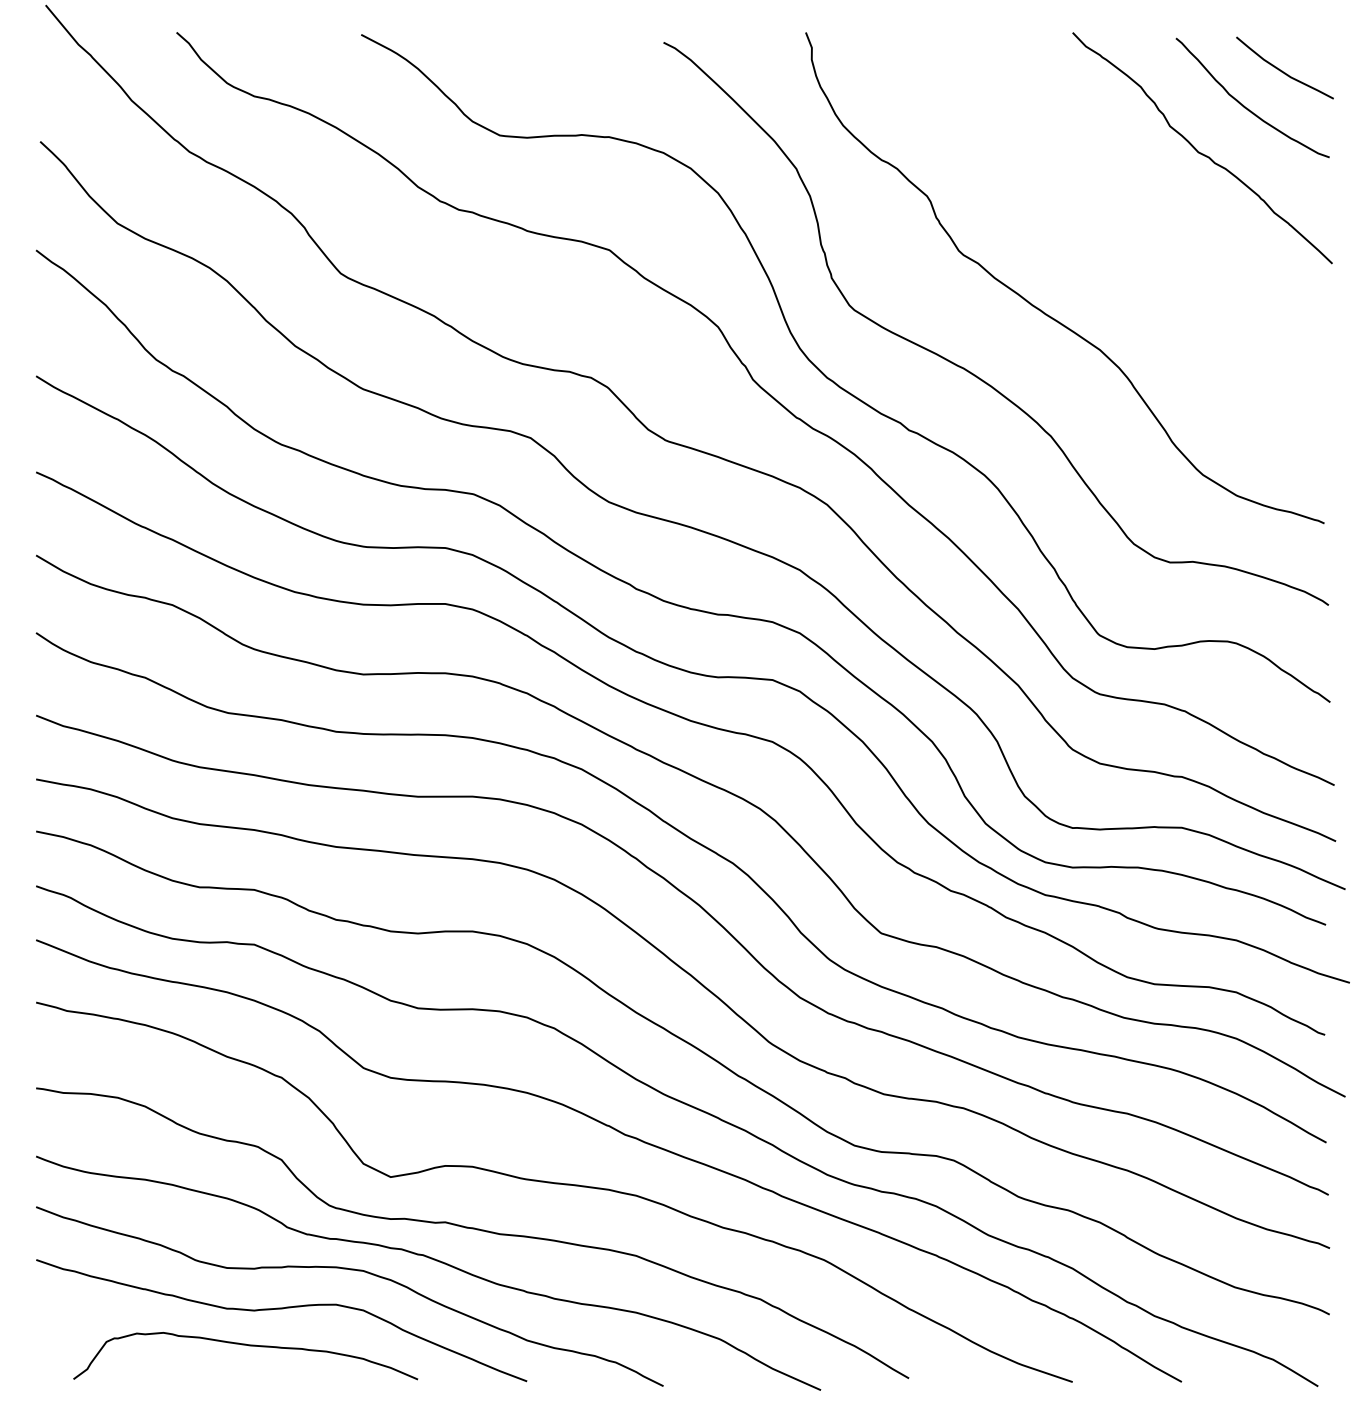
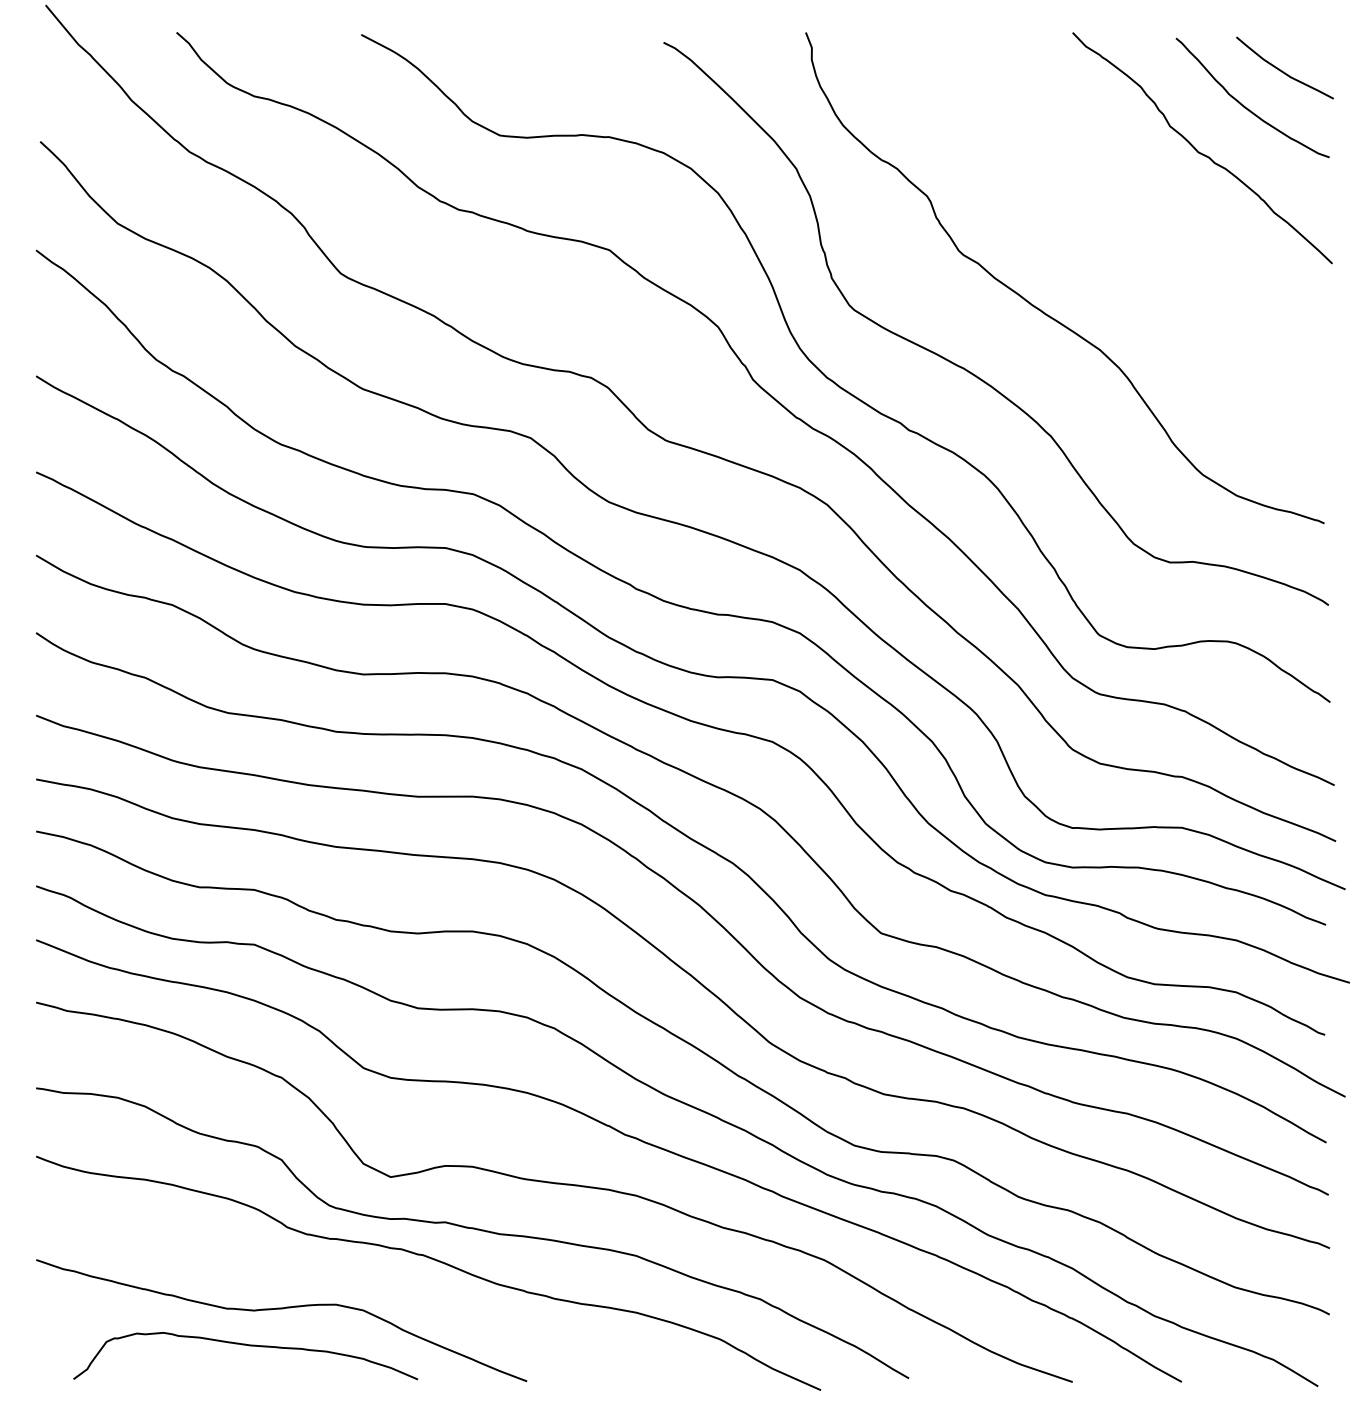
curve at (350, 1270): present -> none
